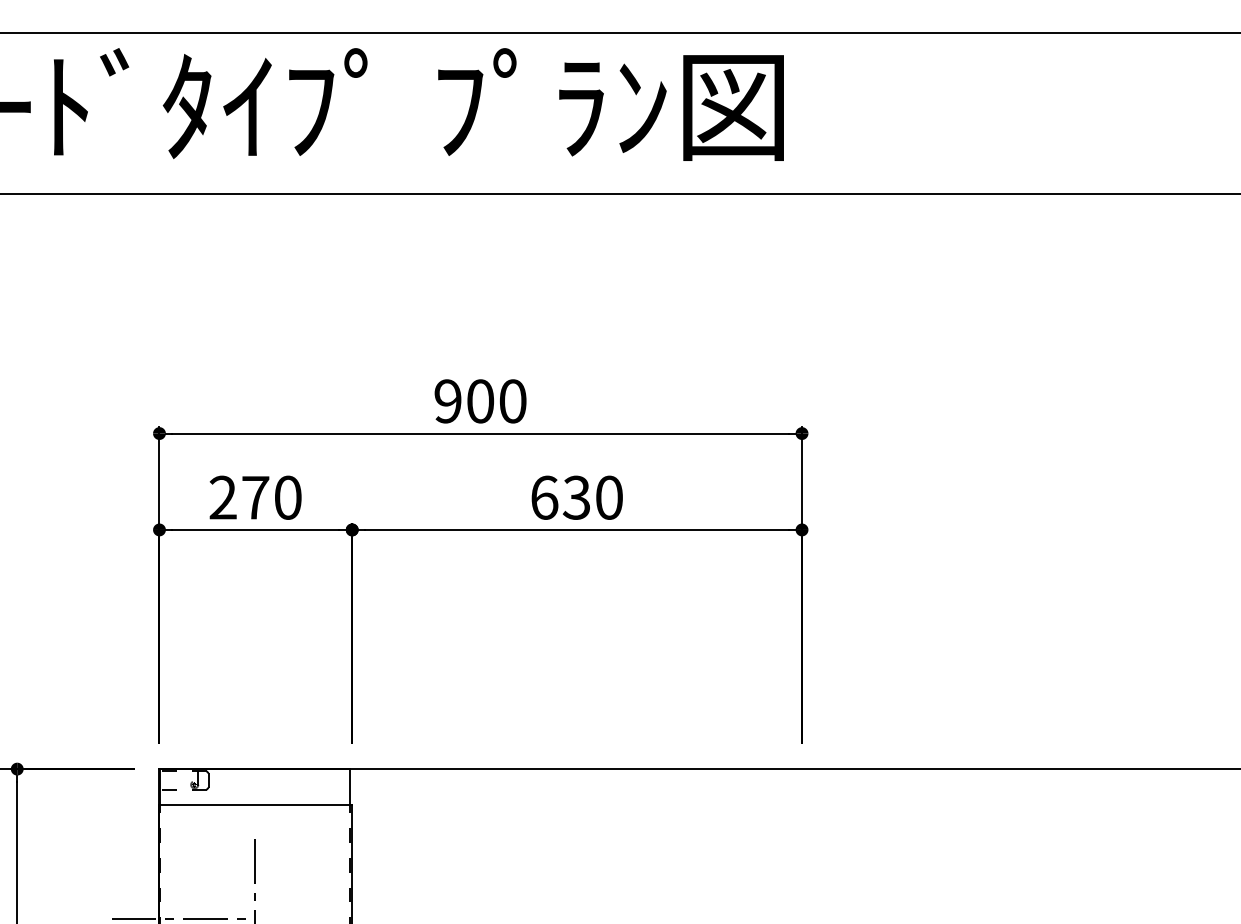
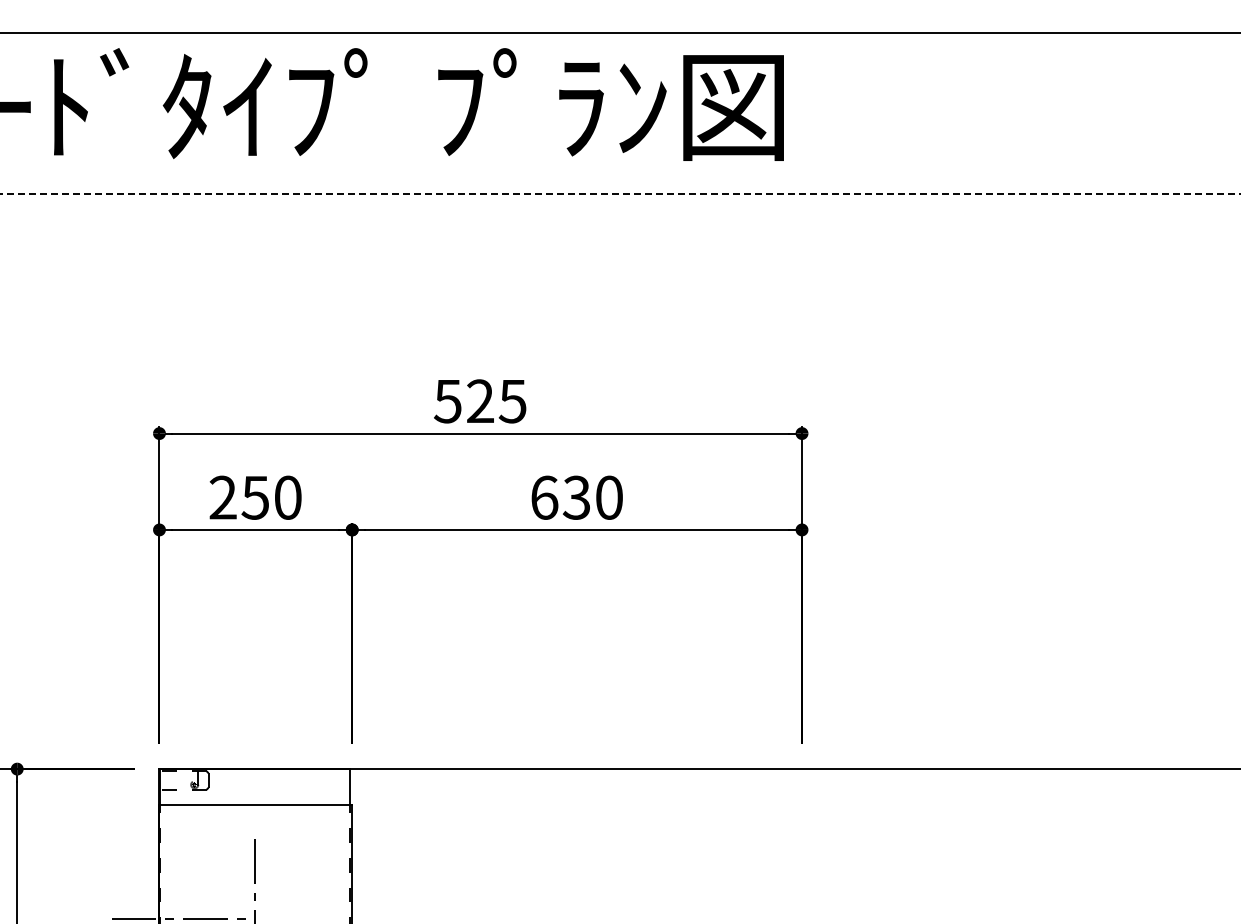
line at (620, 194): solid -> dashed
text at (480, 401): 900 -> 525
text at (255, 497): 270 -> 250
